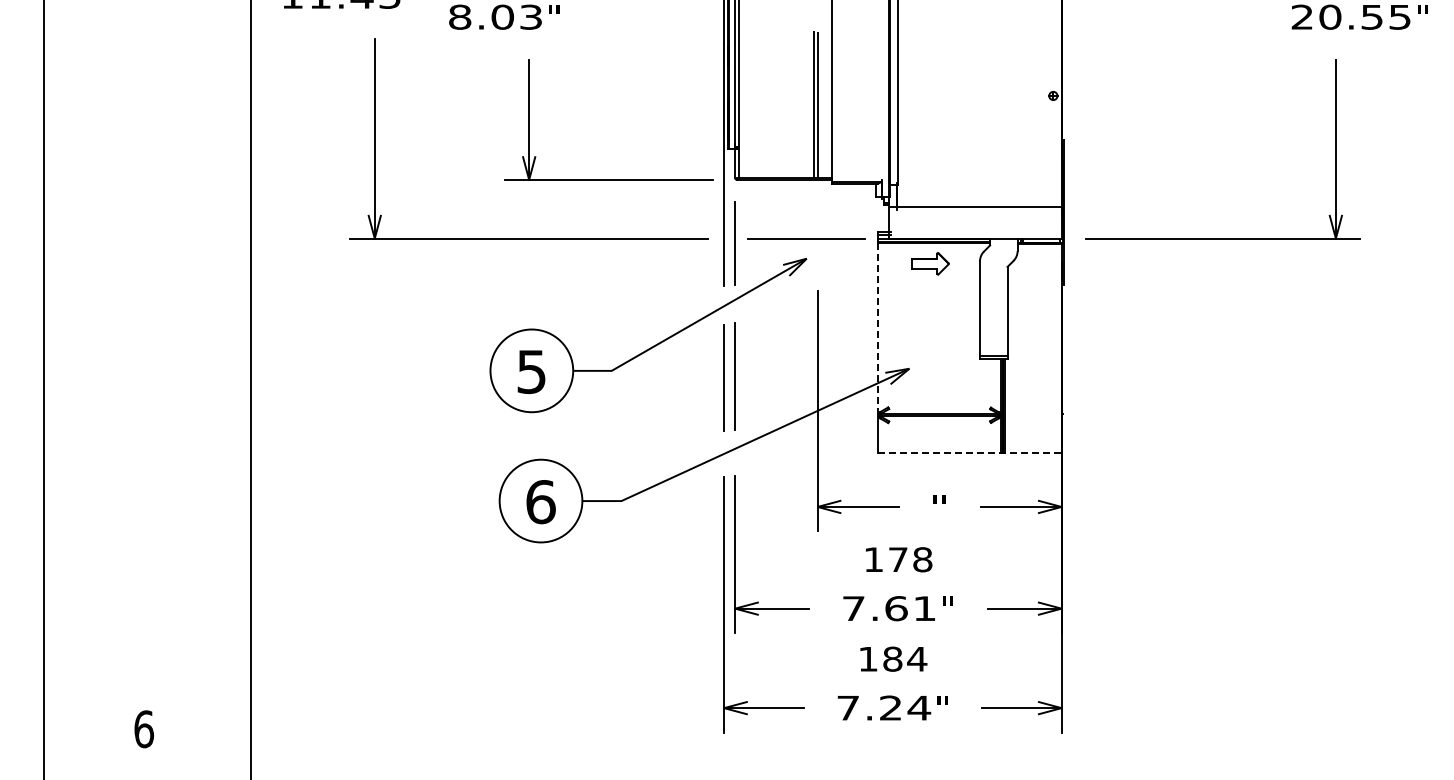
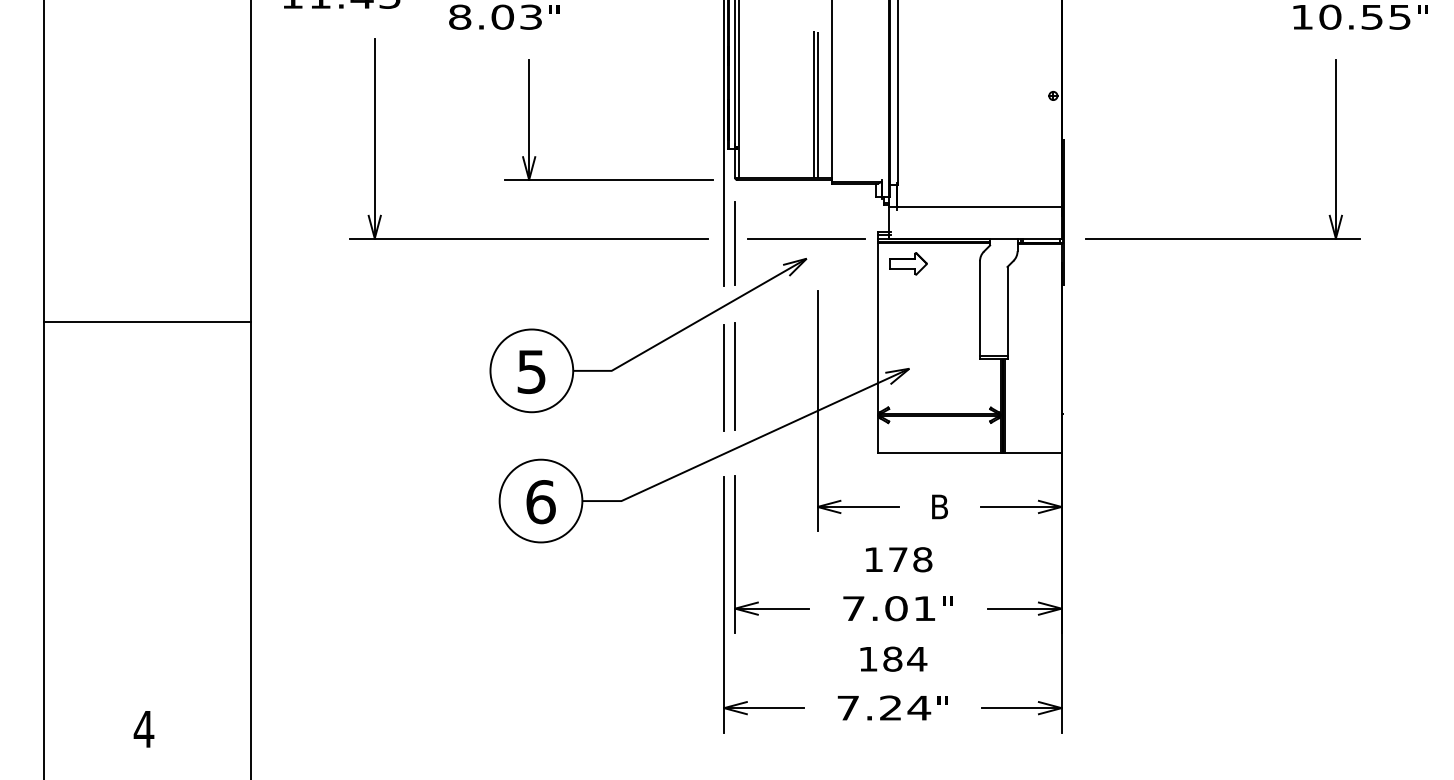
text at (1301, 16): 20.55 -> 10.55
part at (930, 263) position: (930, 263) -> (908, 263)
line at (147, 321): none -> present
line at (878, 328): dashed -> solid
line at (970, 452): dashed -> solid
text at (939, 506): " -> B
text at (896, 608): 7.61 -> 7.01
text at (143, 729): 6 -> 4
